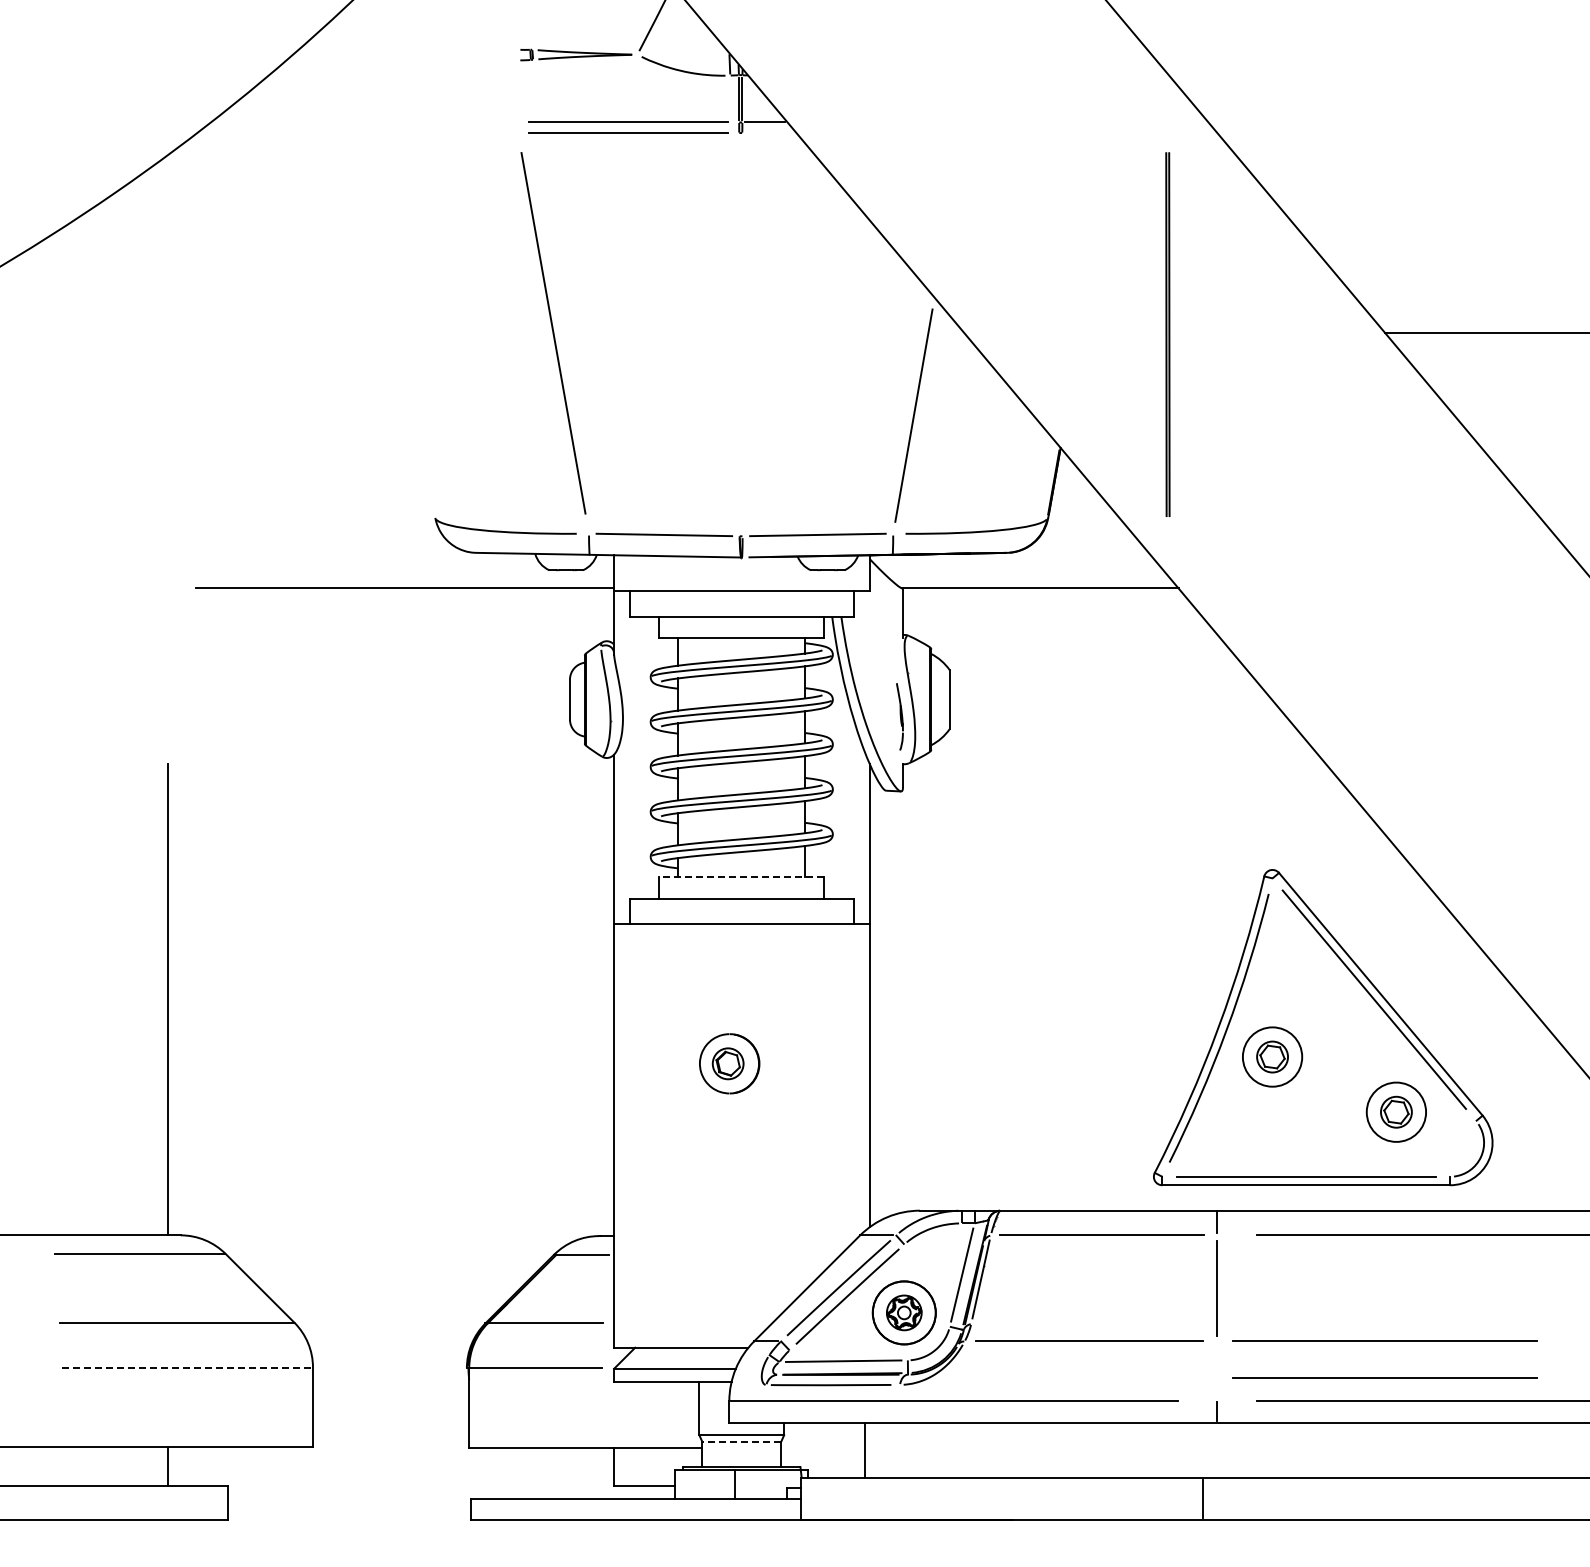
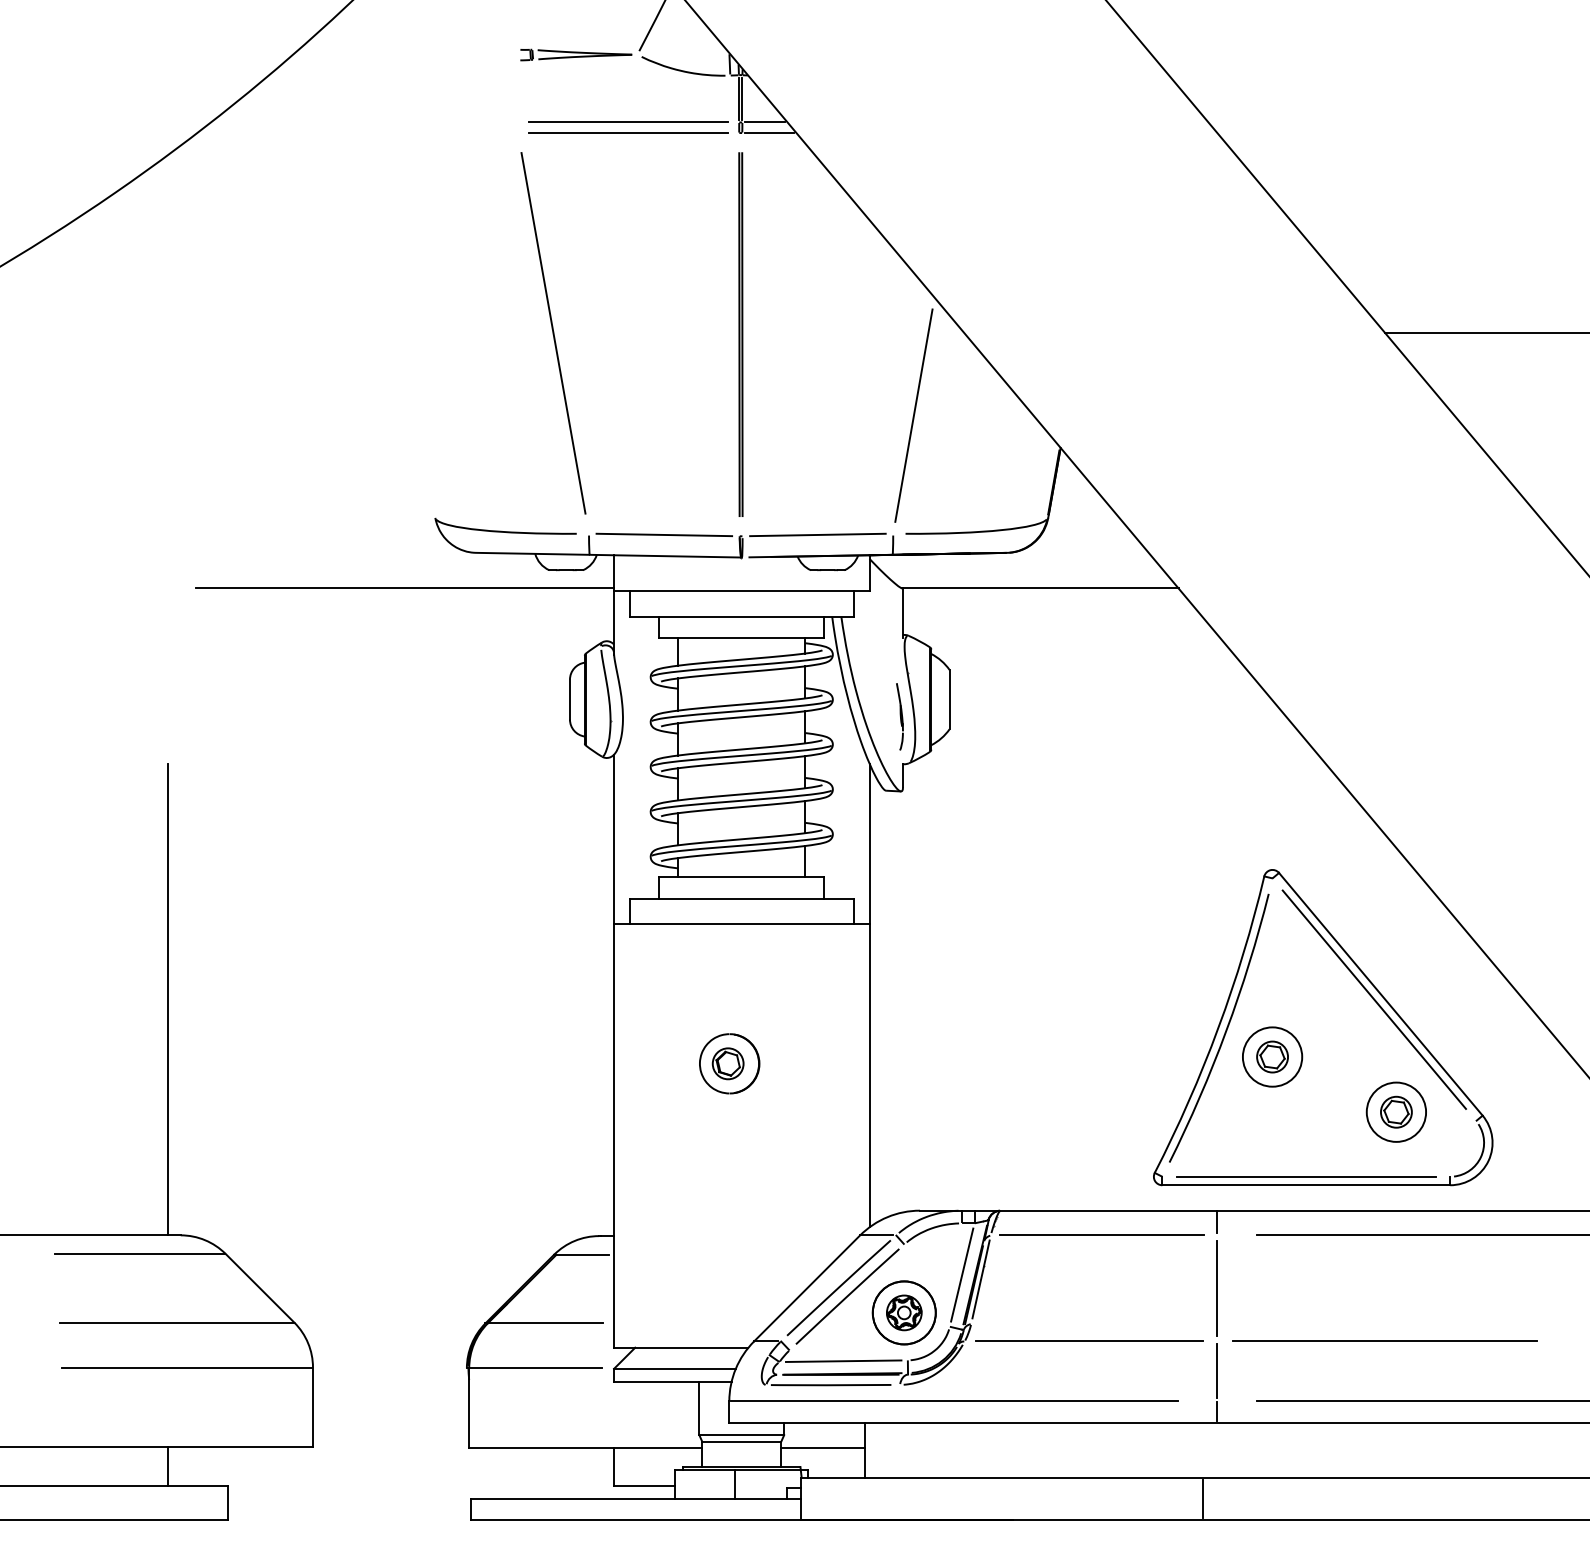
line at (769, 133): none -> present
part at (1167, 334) position: (1167, 334) -> (740, 334)
line at (741, 877): dashed -> solid
line at (187, 1367): dashed -> solid
line at (1216, 1370): none -> present
line at (1384, 1377): present -> none
line at (741, 1441): dashed -> solid
line at (823, 1447): none -> present
